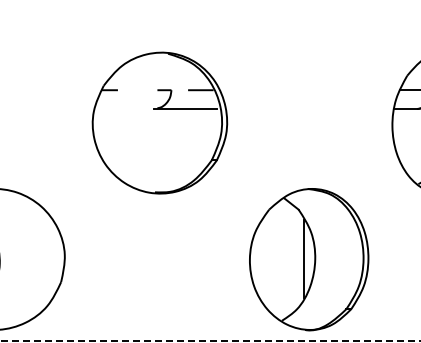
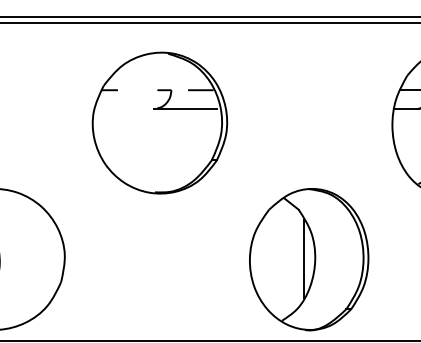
line at (209, 16): none -> present
line at (209, 23): none -> present
line at (210, 340): dashed -> solid
